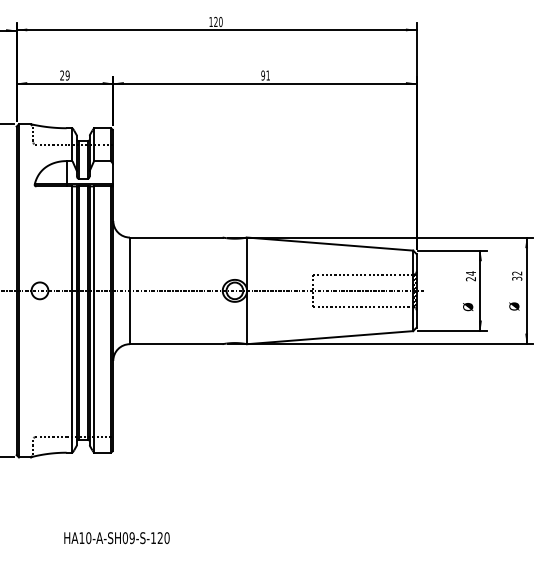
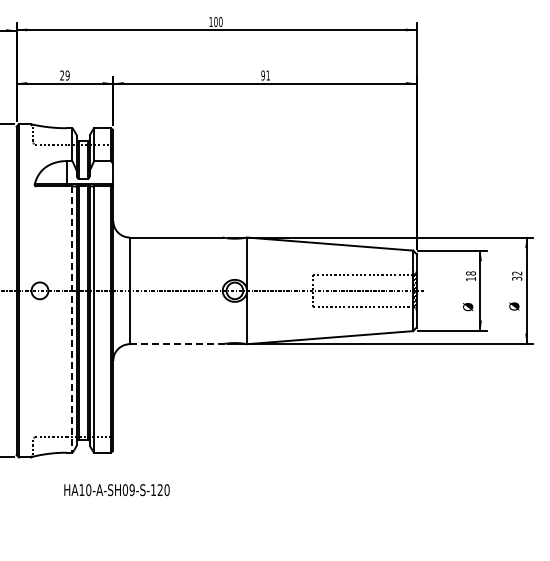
text at (215, 21): 120 -> 100
text at (470, 276): 24 -> 18
line at (72, 320): solid -> dashed
line at (176, 344): solid -> dashed
text at (116, 538) position: (116, 538) -> (116, 490)
